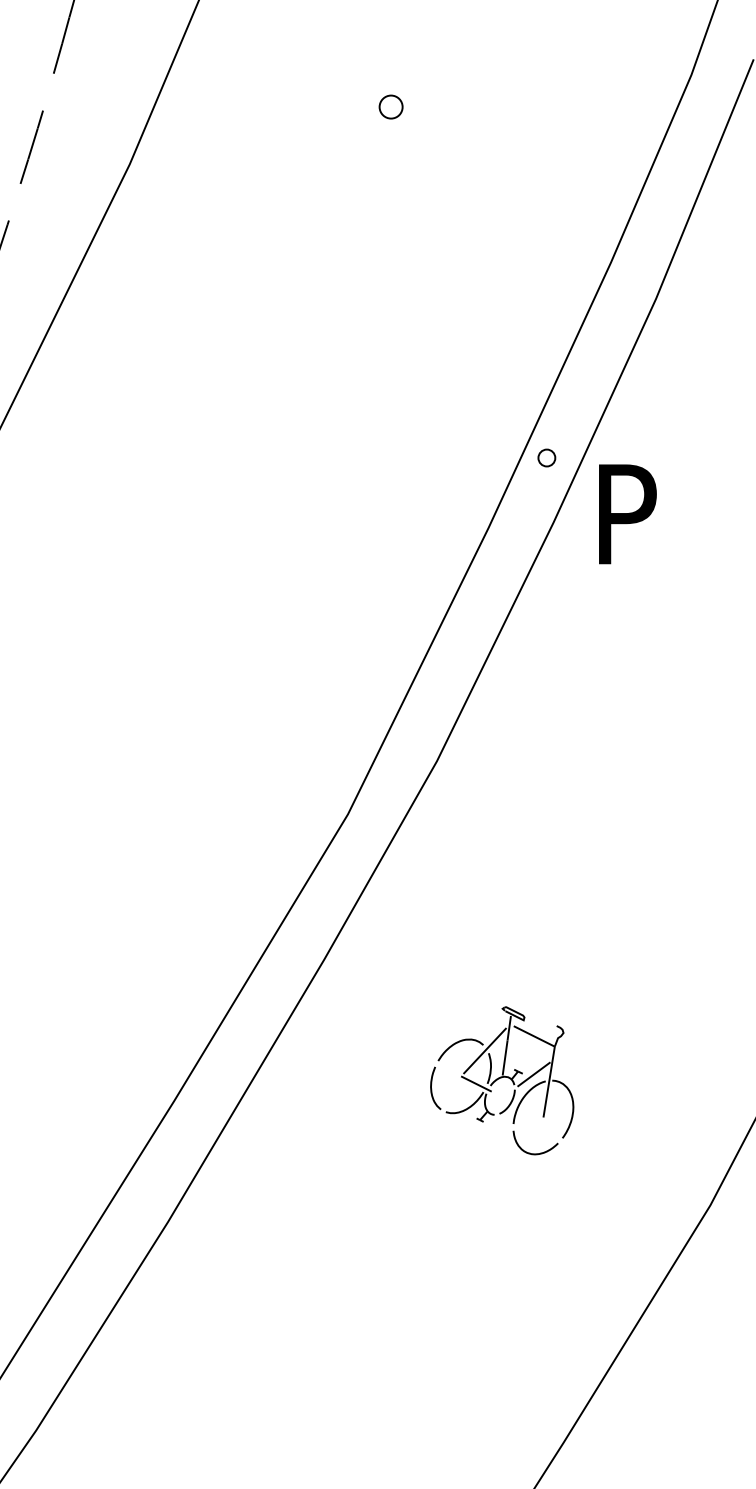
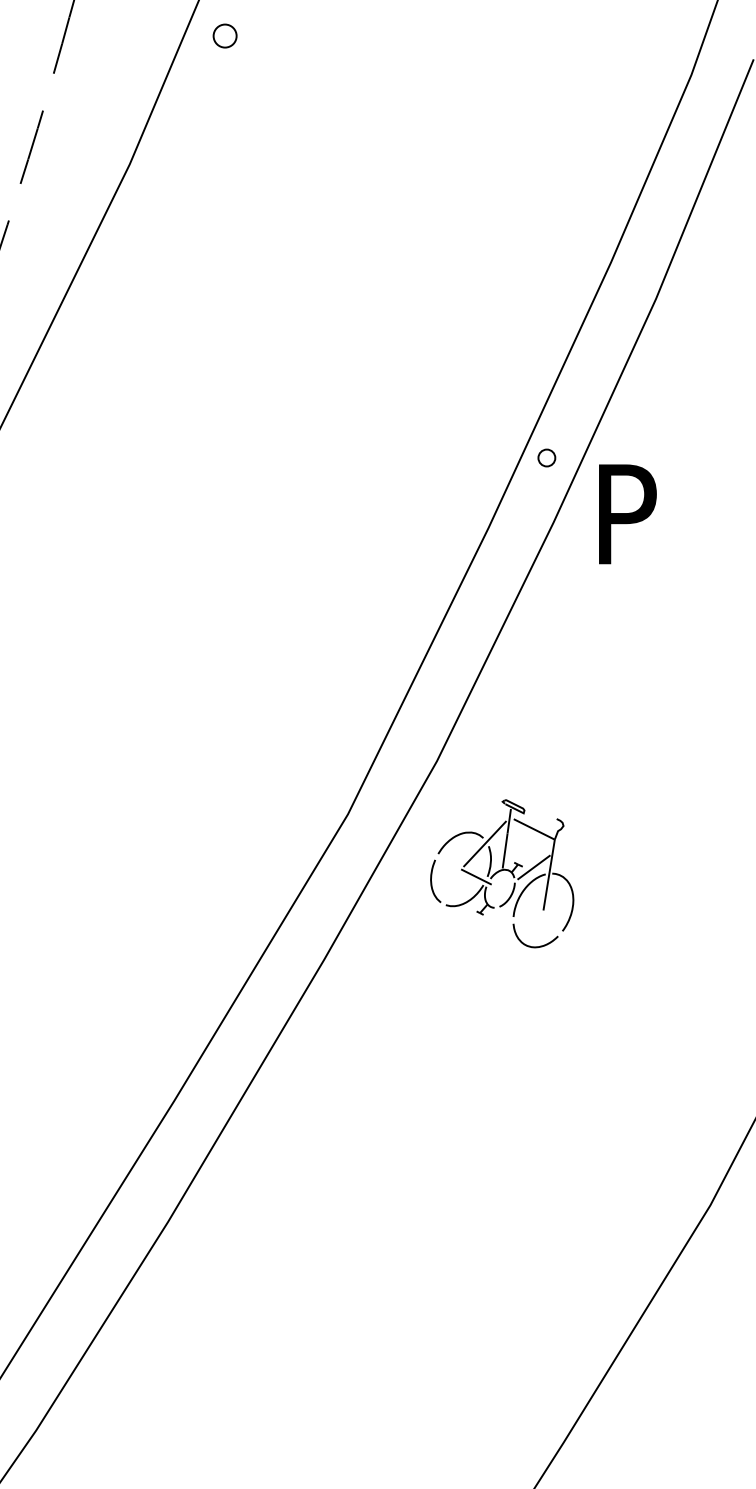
part at (390, 106) position: (390, 106) -> (224, 35)
part at (502, 1080) position: (502, 1080) -> (502, 873)
